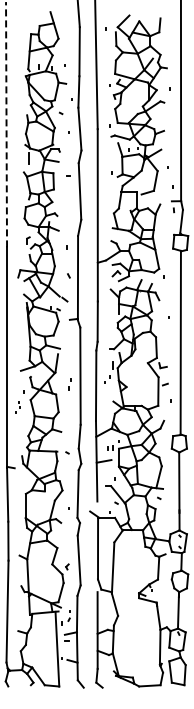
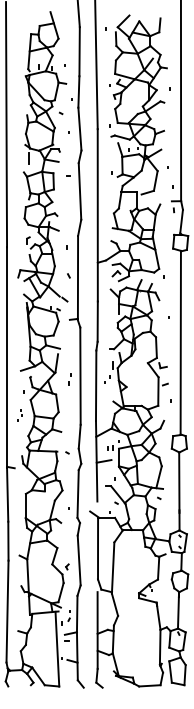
line at (6, 124): dashed -> solid
part at (69, 384) position: (69, 384) -> (69, 379)
part at (17, 407) position: (17, 407) -> (19, 415)
